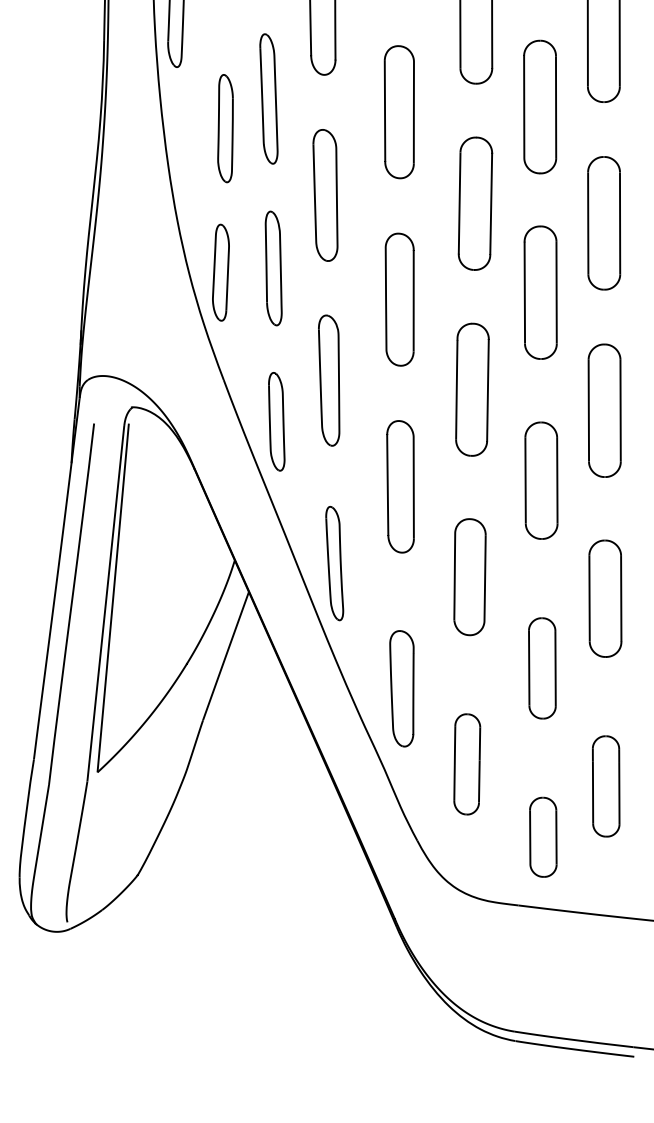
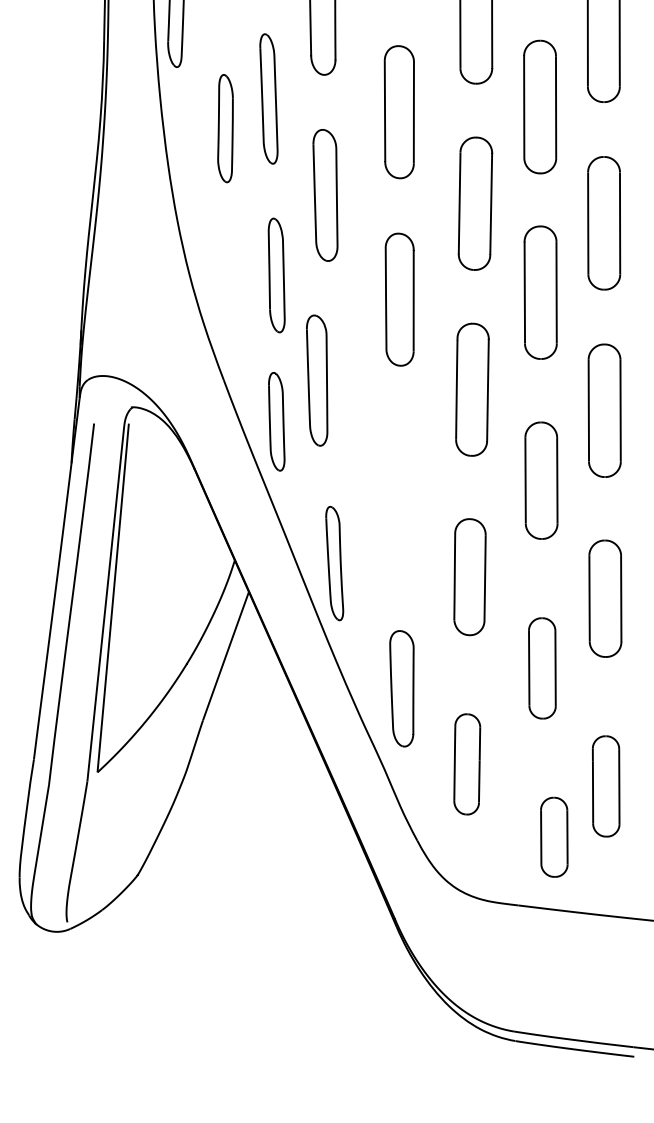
part at (273, 268) position: (273, 268) -> (276, 275)
part at (220, 272): present -> none
part at (329, 380) position: (329, 380) -> (317, 380)
part at (400, 486): present -> none
part at (543, 836) position: (543, 836) -> (554, 836)
